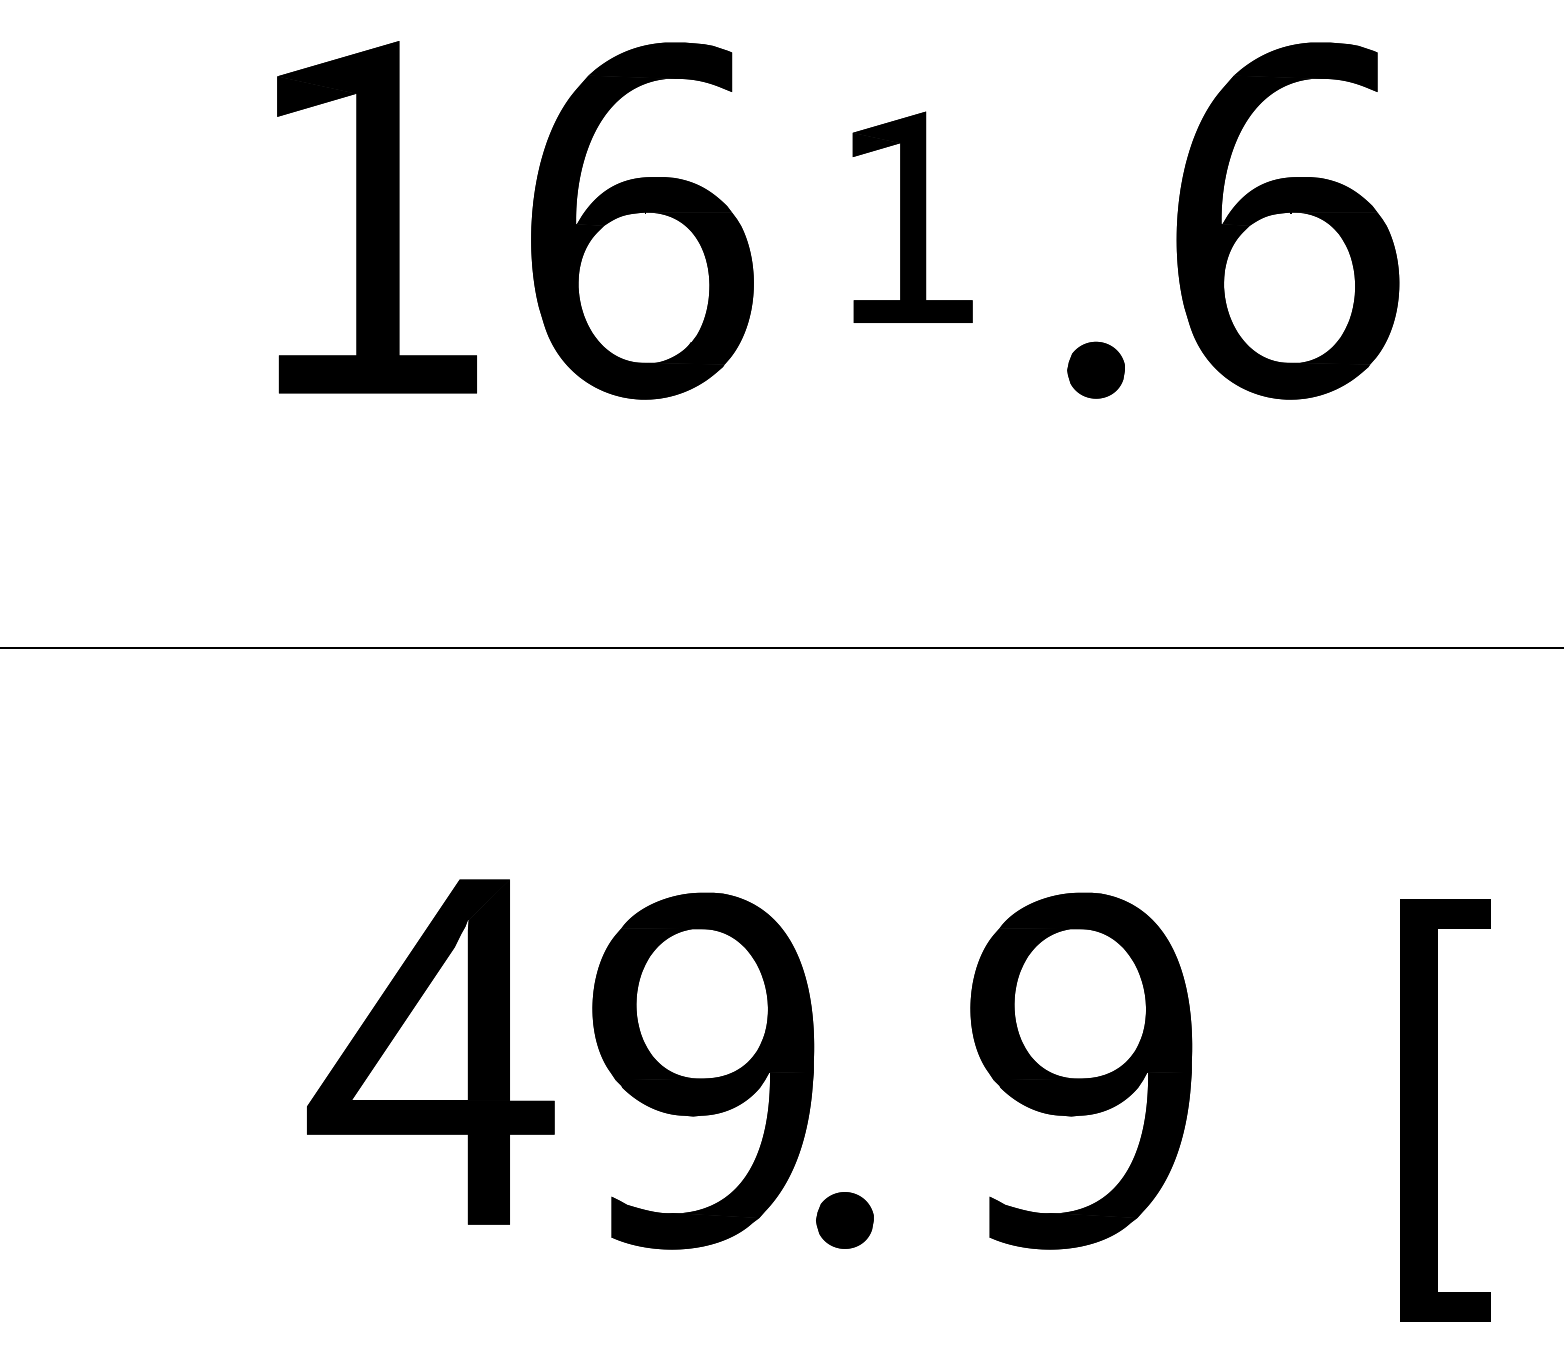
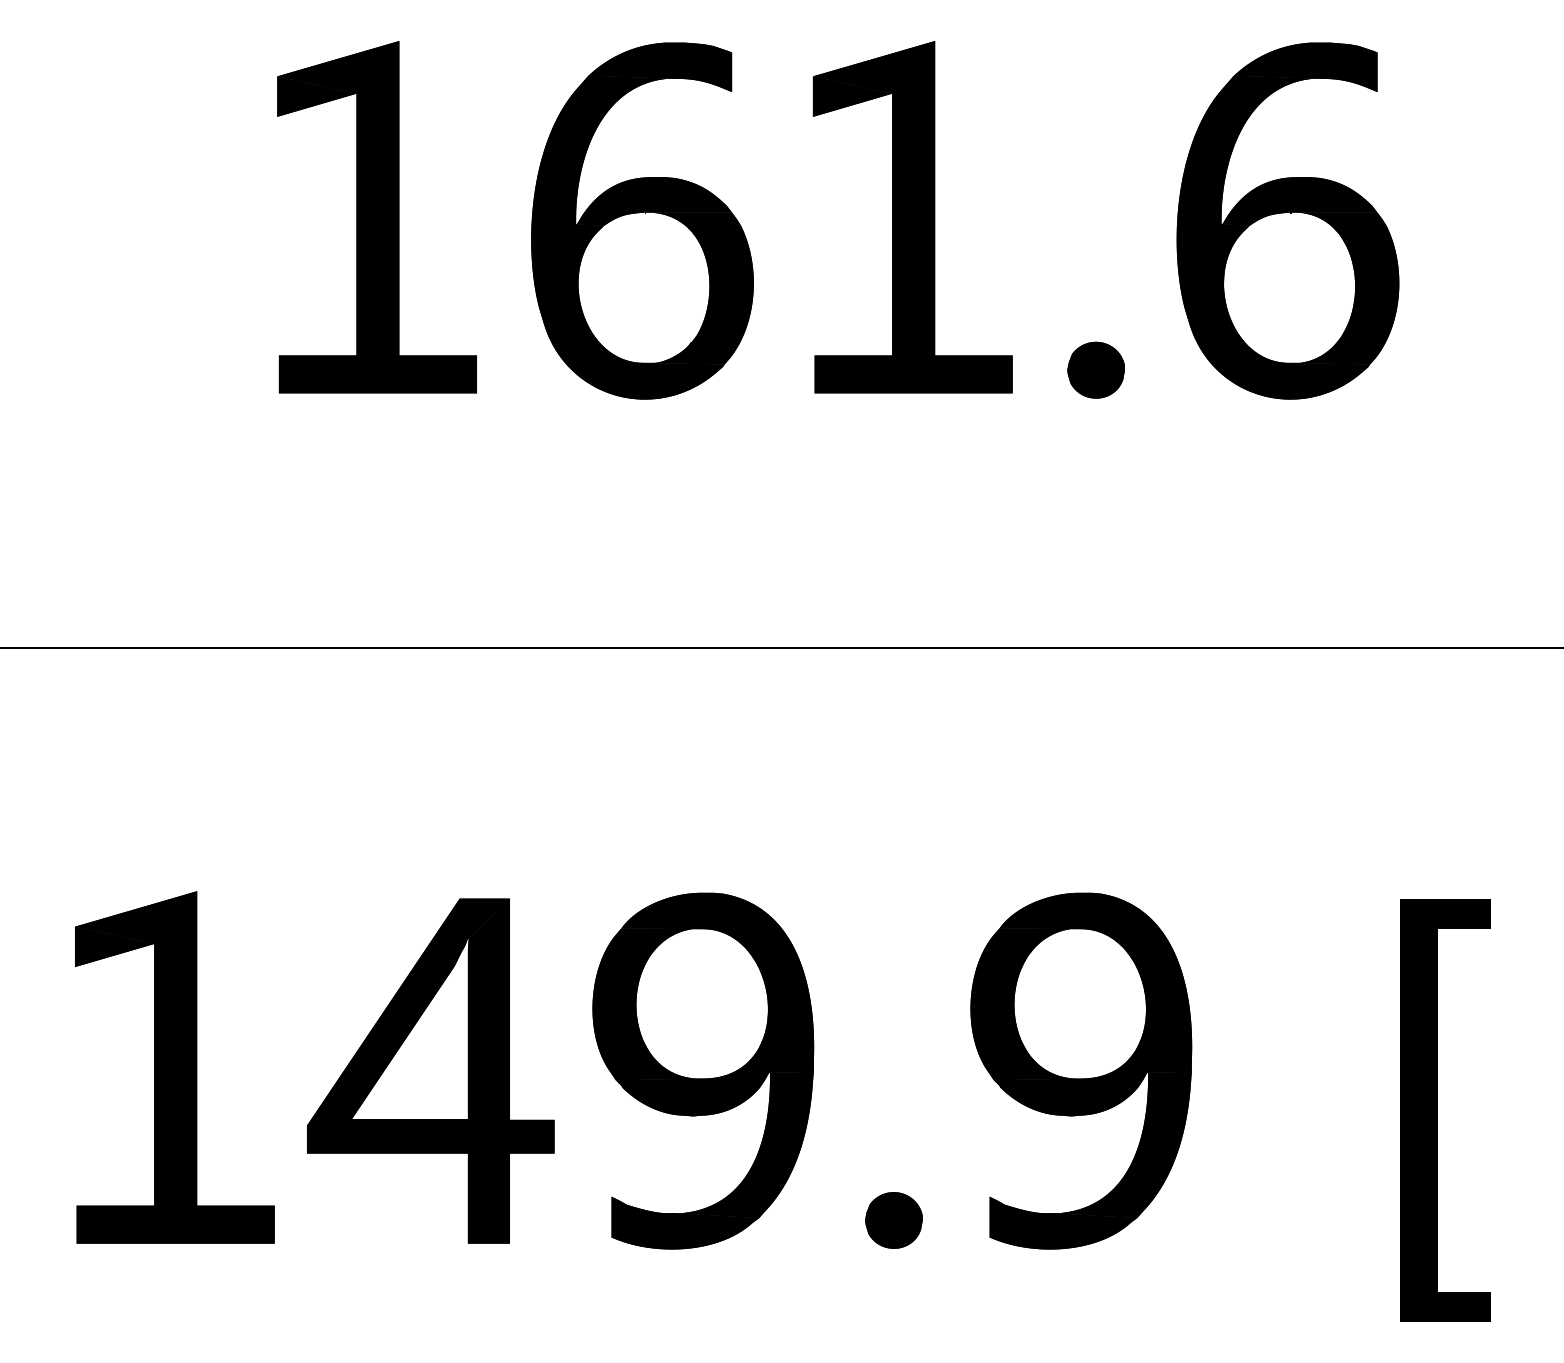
part at (912, 216) size: 121x212 px -> 201x353 px
part at (430, 1051) position: (430, 1051) -> (430, 1070)
part at (174, 1067): none -> present
part at (844, 1220) position: (844, 1220) -> (893, 1220)
